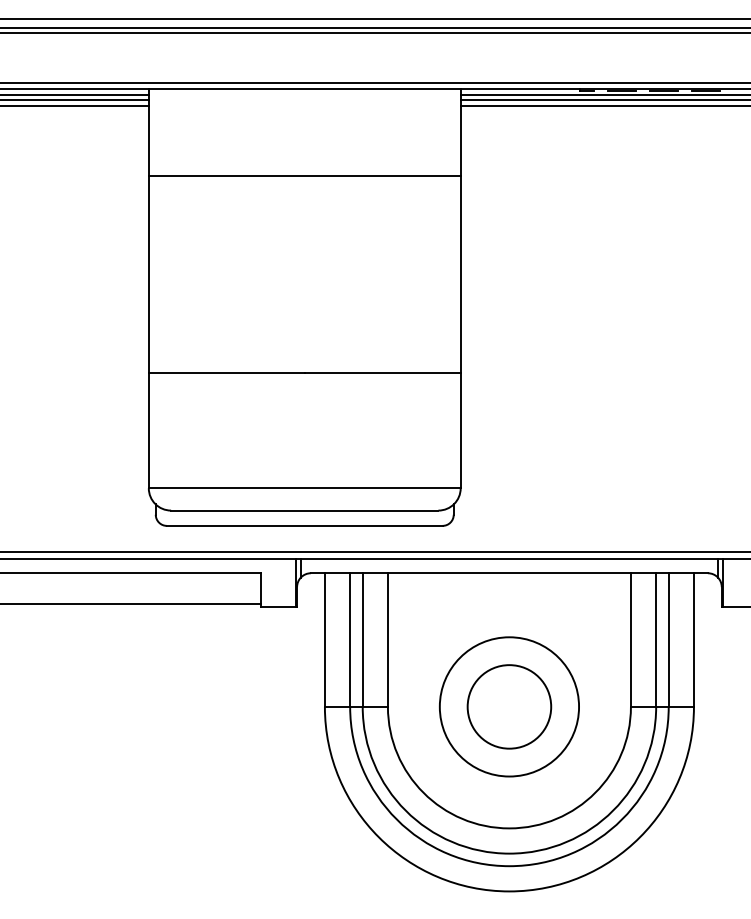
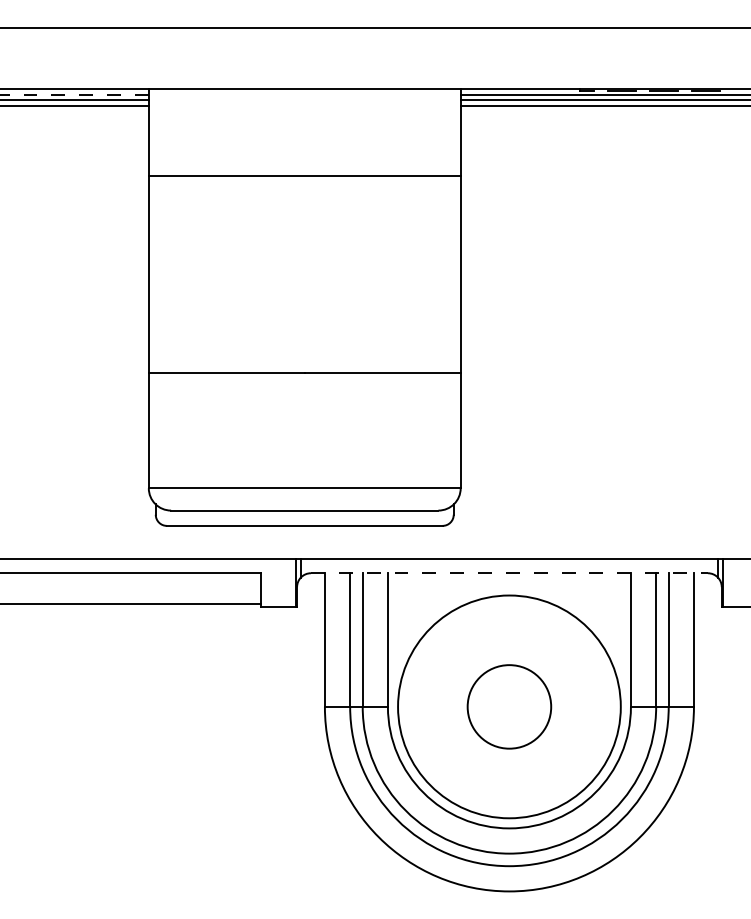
line at (374, 19): present -> none
line at (374, 33): present -> none
line at (374, 82): present -> none
line at (74, 94): solid -> dashed
line at (374, 551): present -> none
line at (509, 573): solid -> dashed
circle at (509, 706) diameter: 139 px -> 223 px
